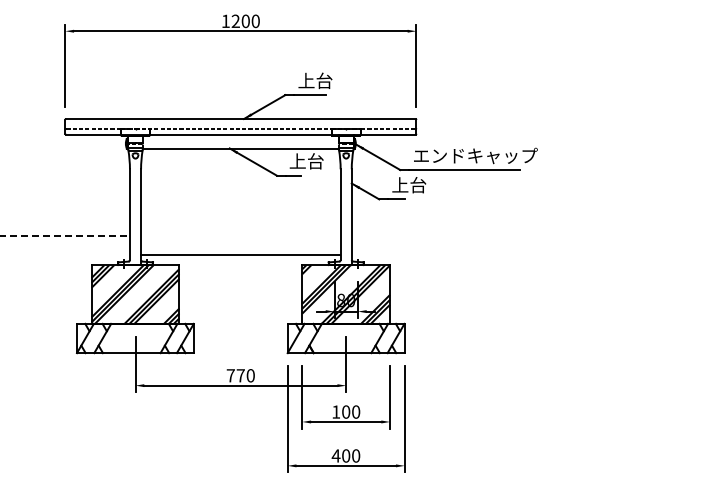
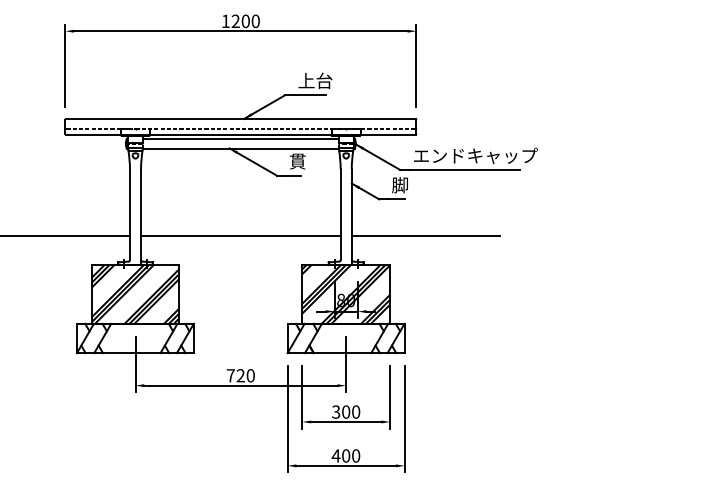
line at (240, 138): none -> present
text at (306, 161): 上台 -> 貫
text at (409, 185): 上台 -> 脚
line at (64, 236): dashed -> solid
line at (425, 236): none -> present
line at (240, 255) position: (240, 255) -> (240, 236)
text at (240, 375): 770 -> 720
text at (336, 411): 100 -> 300
